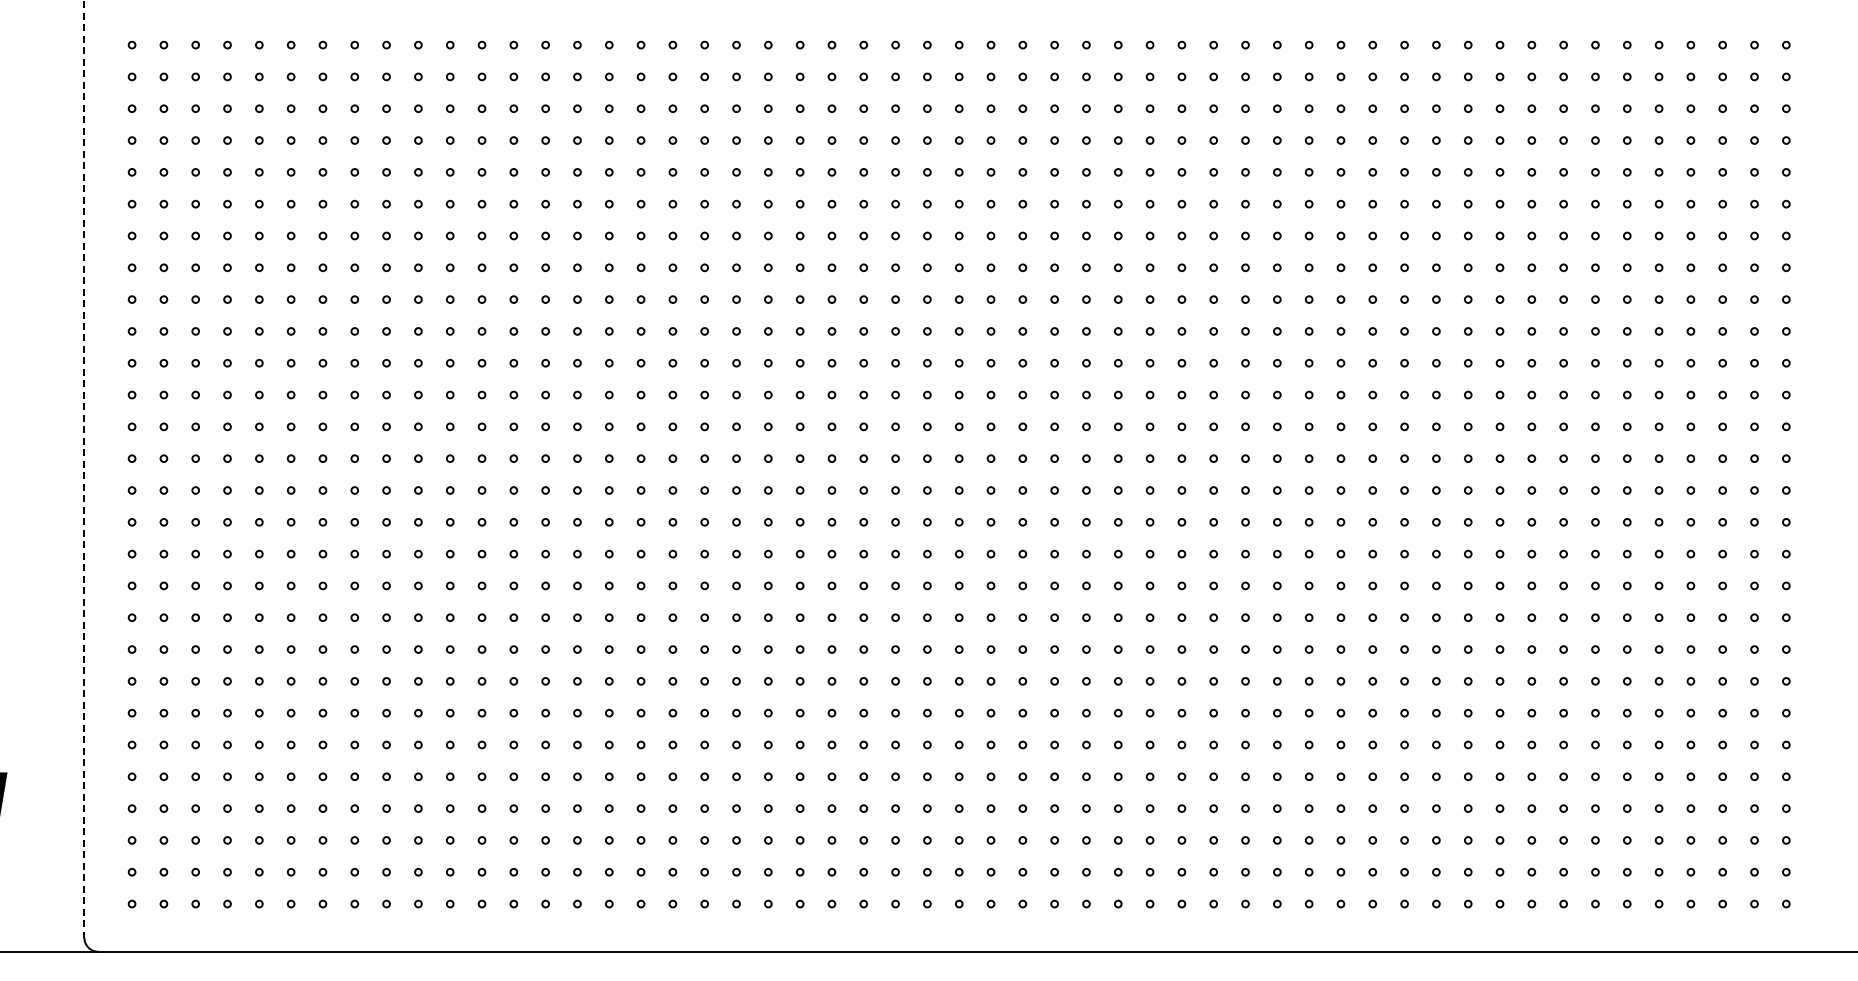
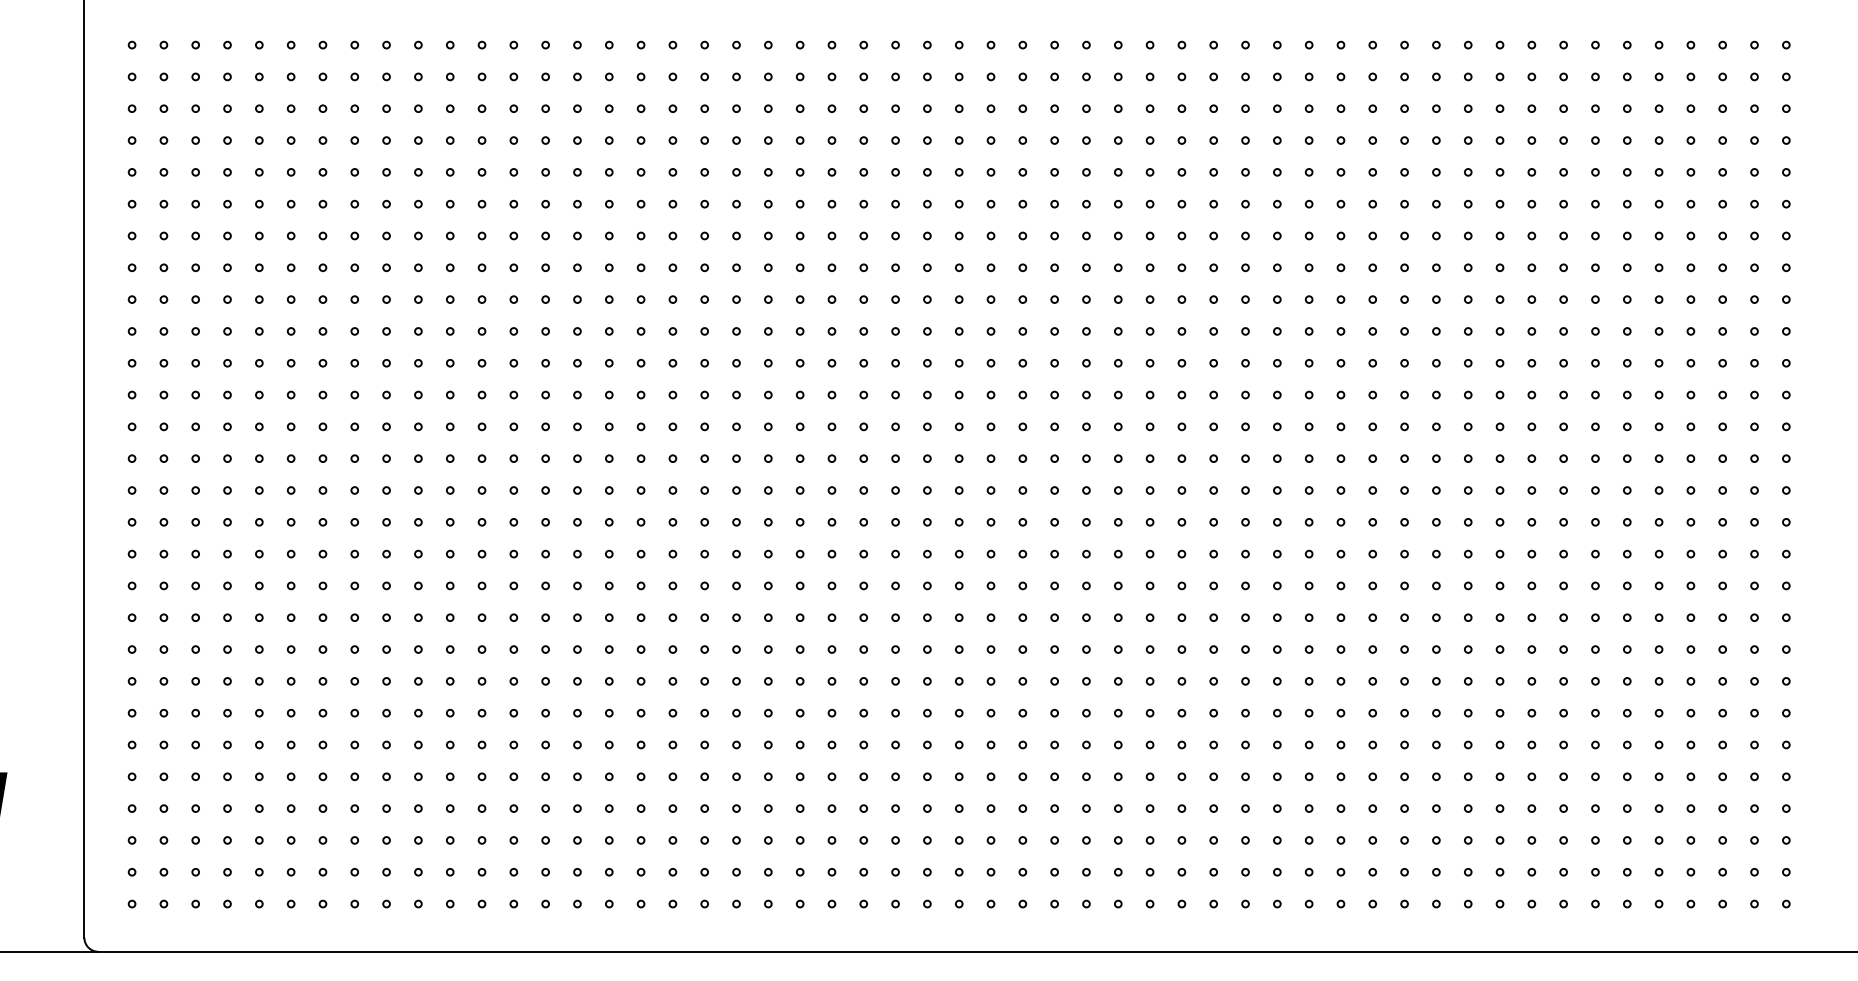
line at (84, 469): dashed -> solid
